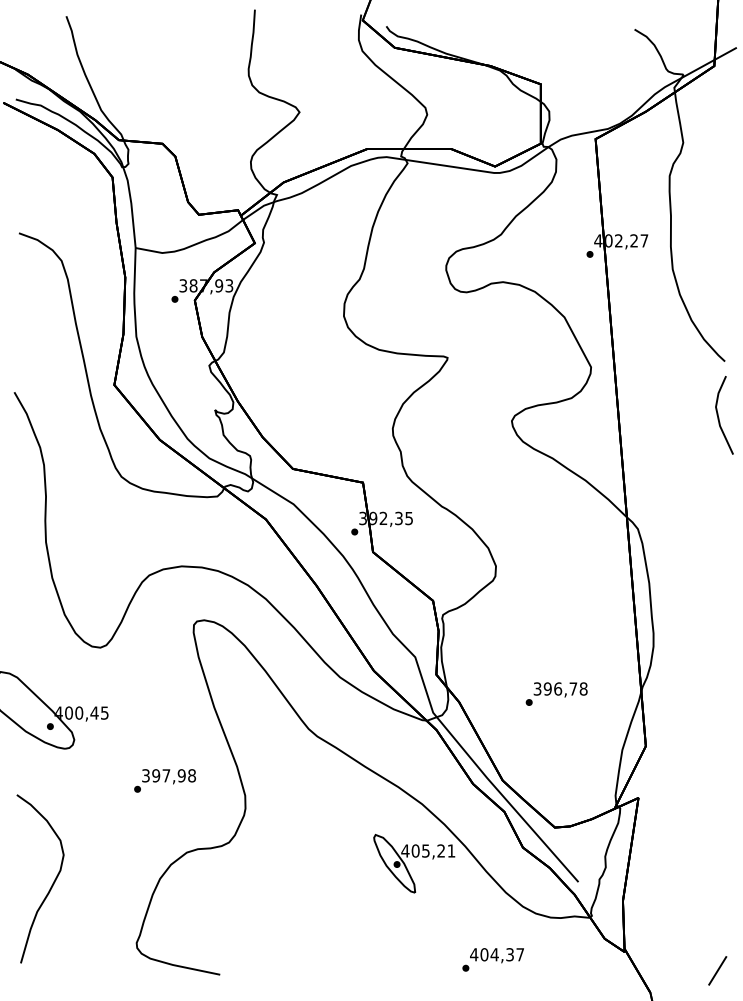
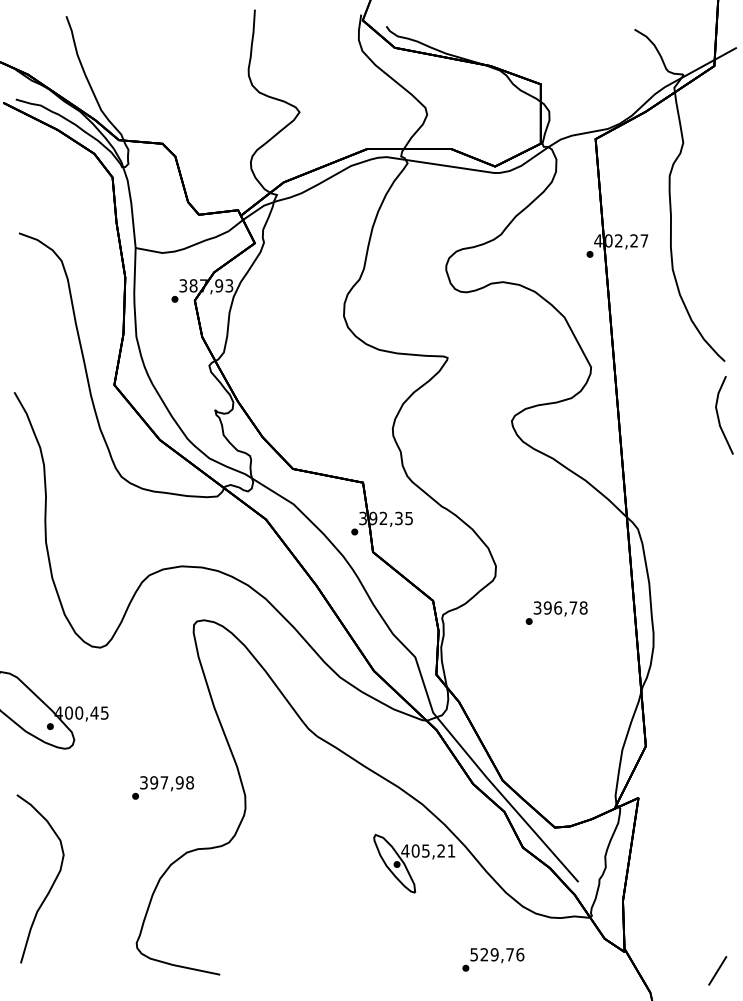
text at (556, 693) position: (556, 693) -> (556, 612)
text at (164, 780) position: (164, 780) -> (162, 787)
text at (497, 954): 404,37 -> 529,76
